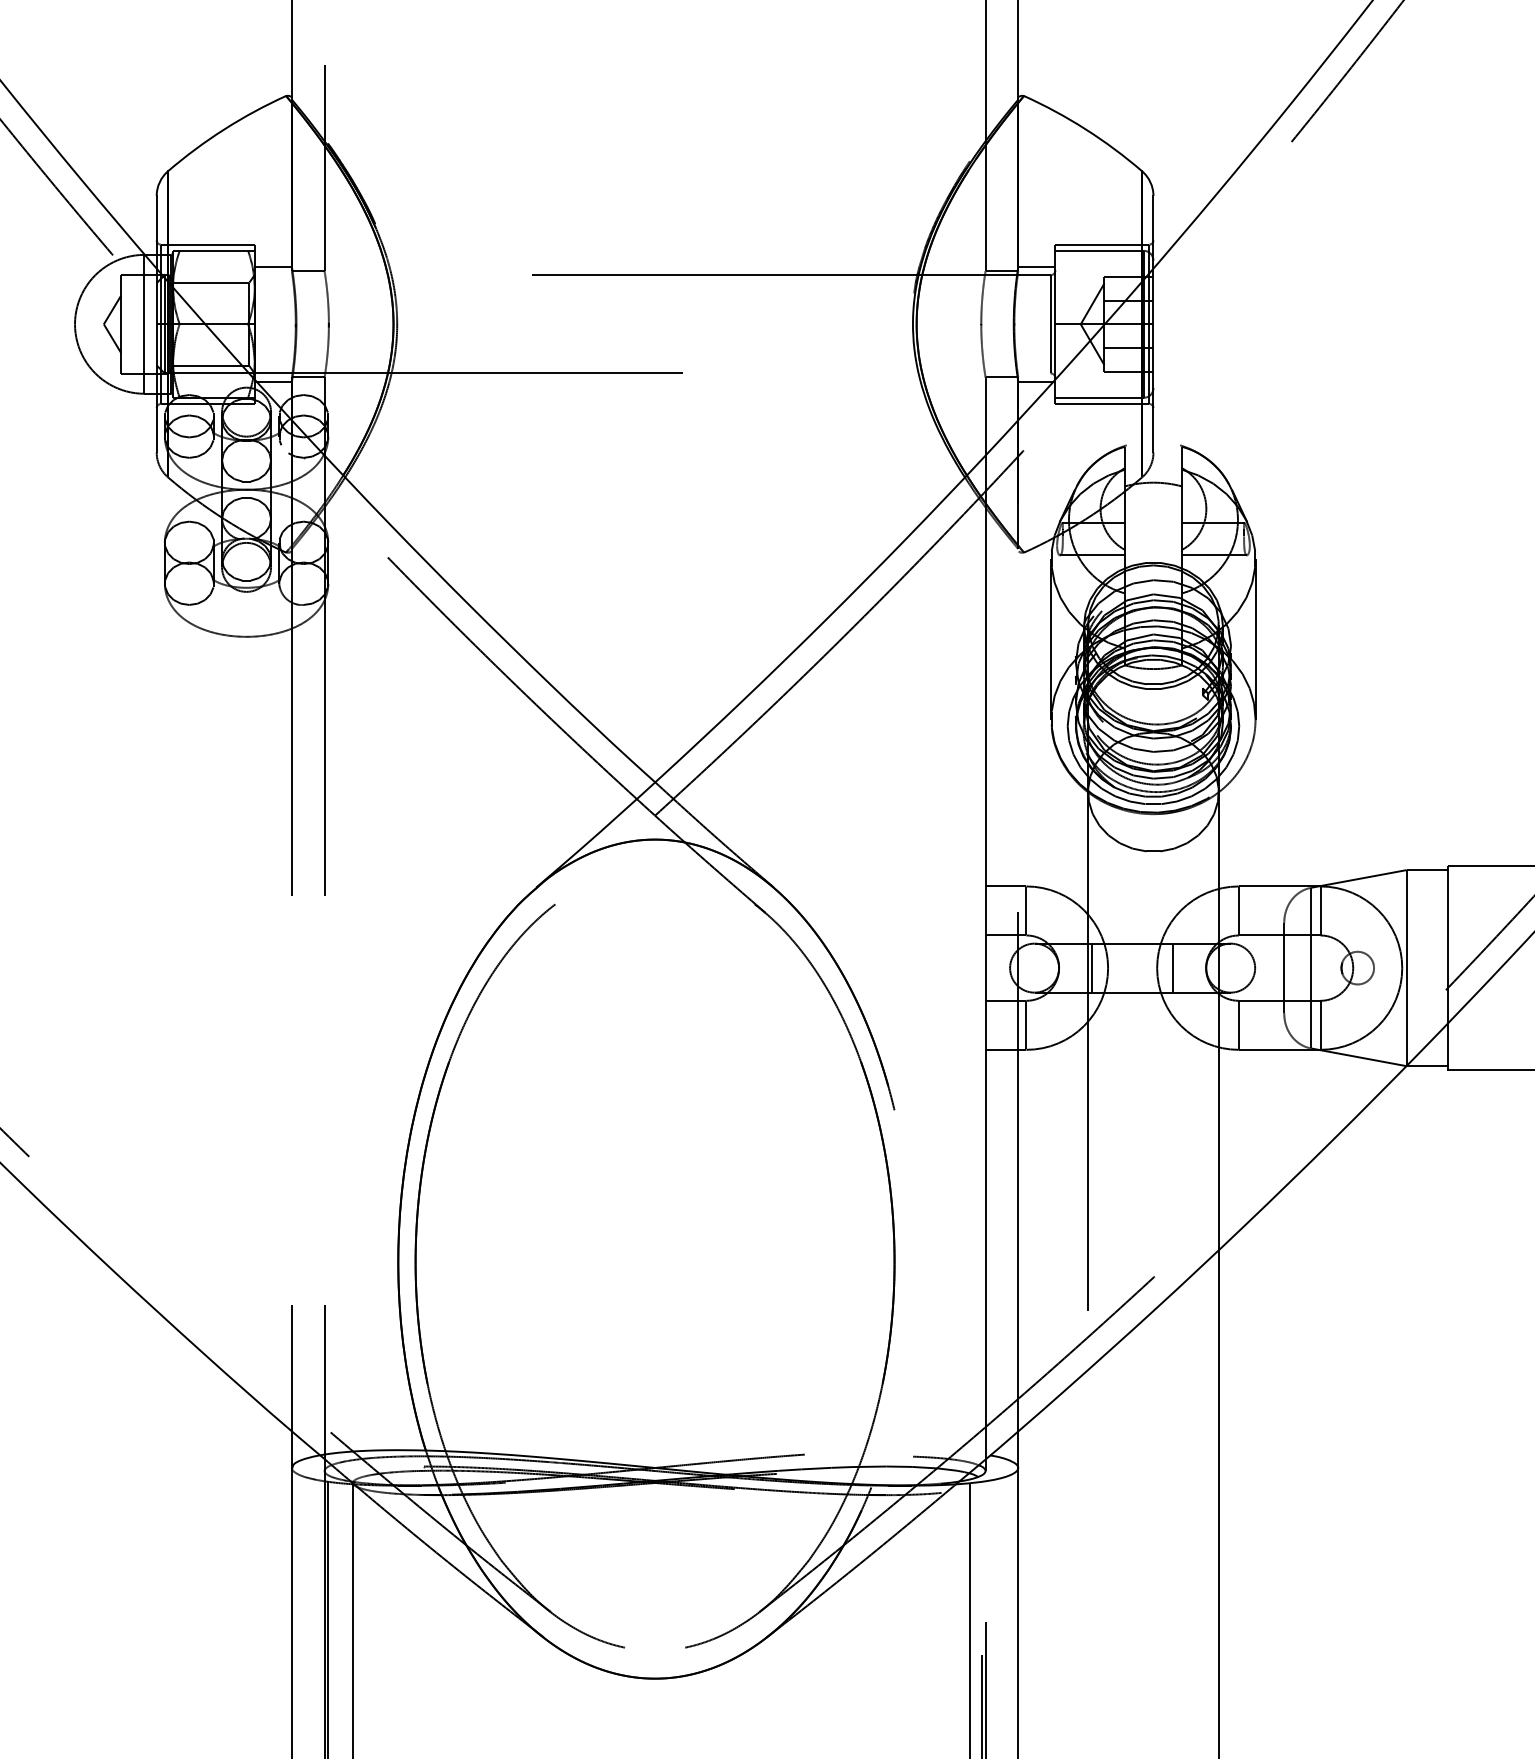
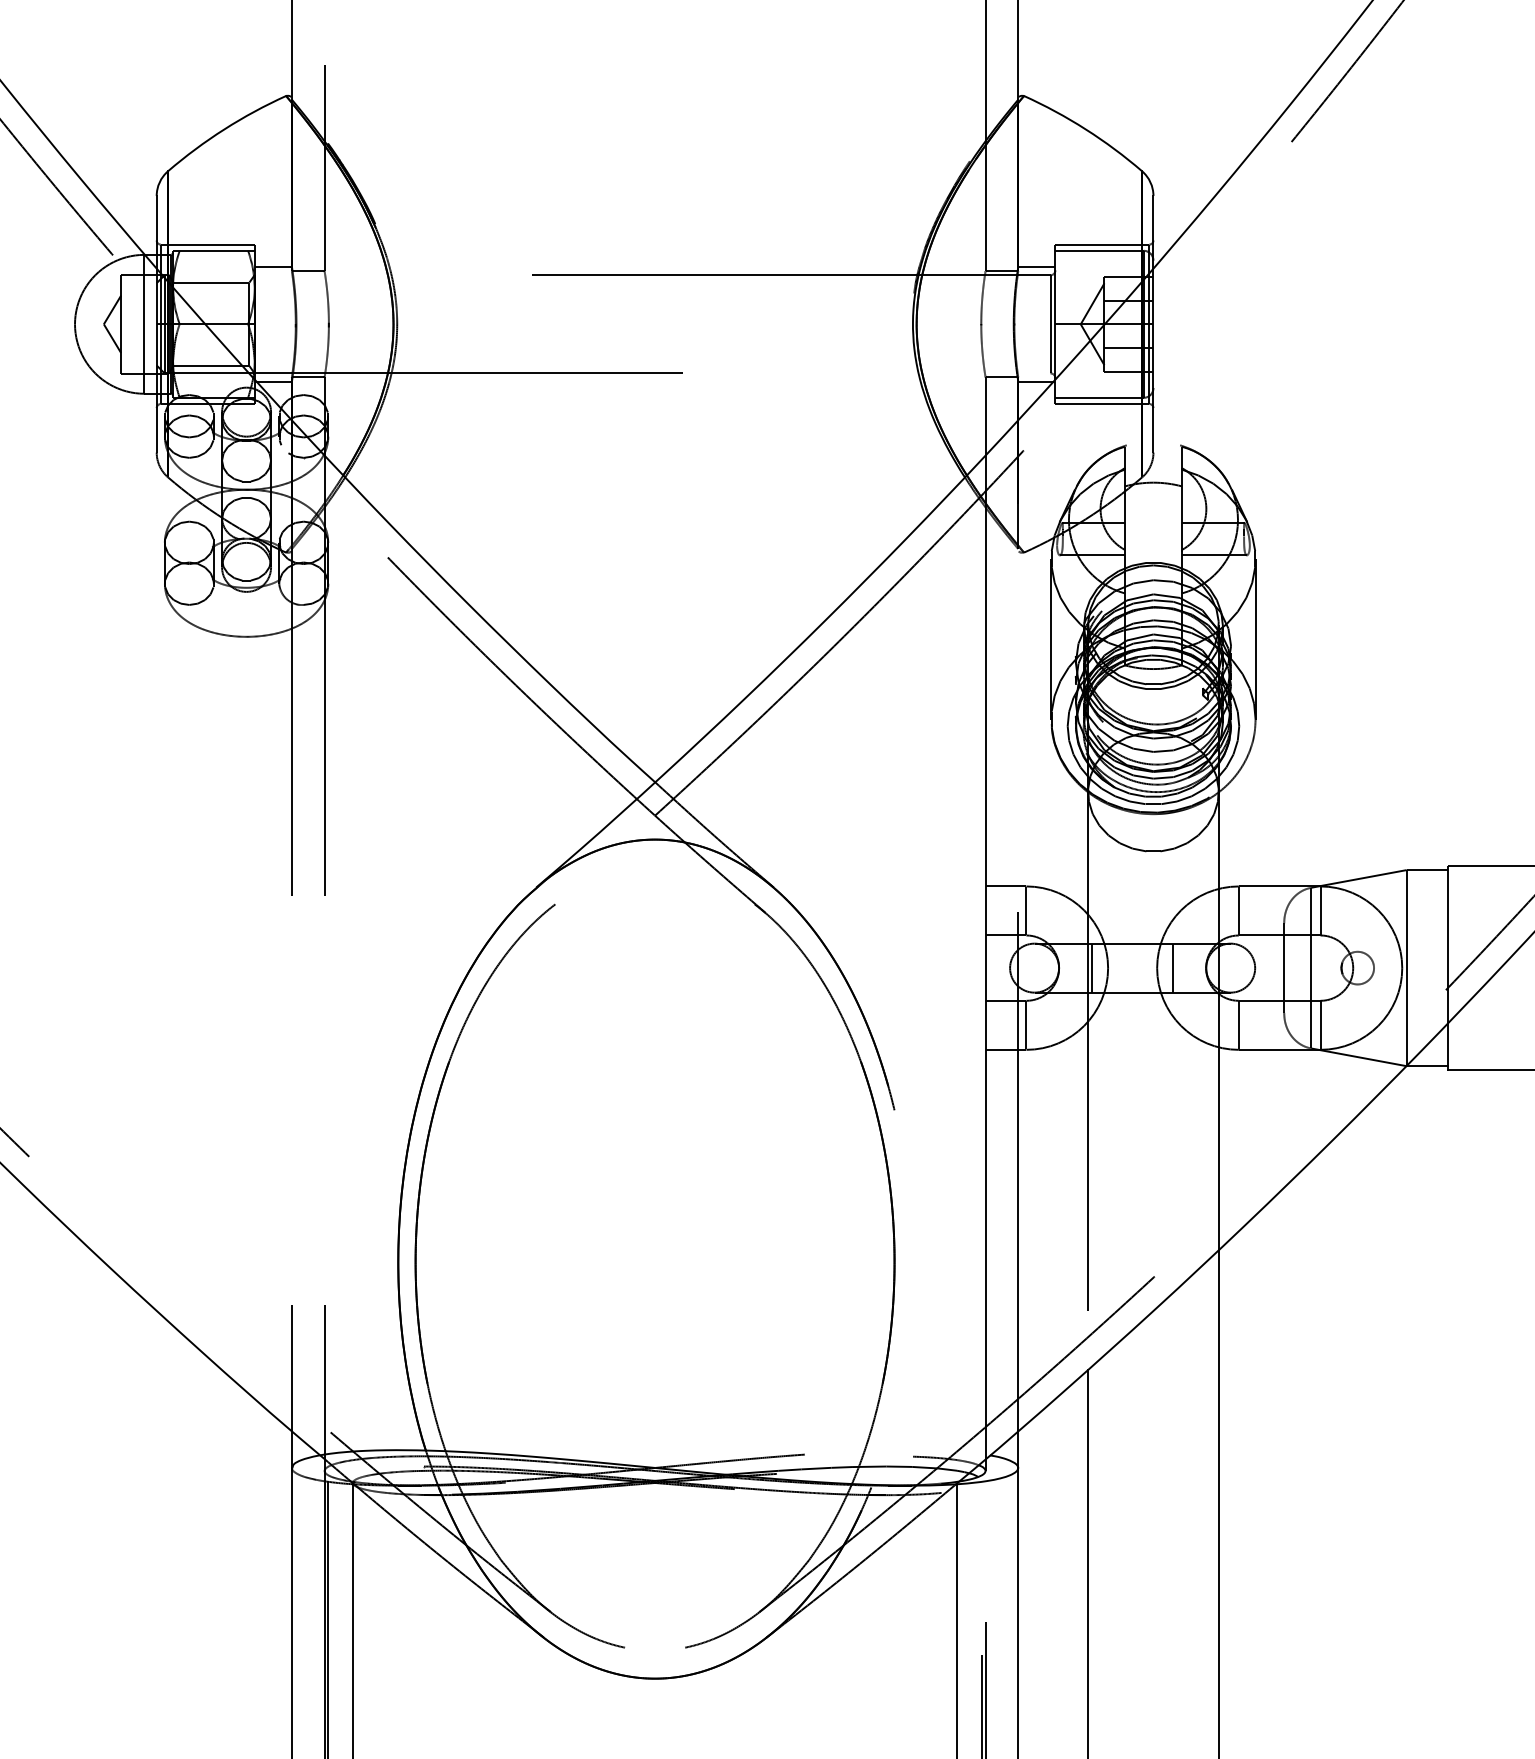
line at (1088, 1562): none -> present
line at (970, 1618) position: (970, 1618) -> (957, 1618)
